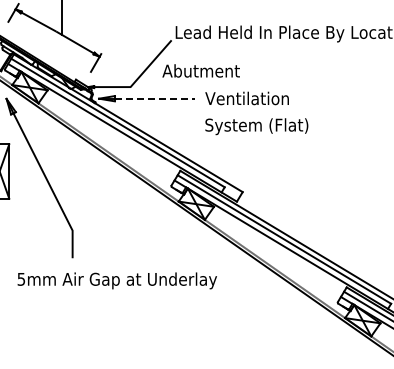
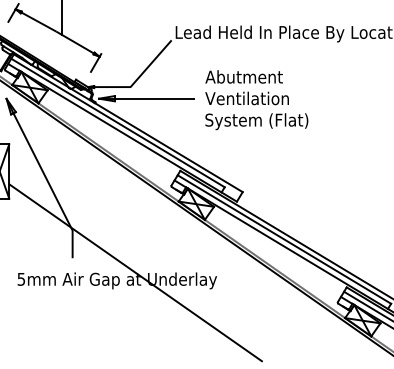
text at (200, 70) position: (200, 70) -> (243, 76)
line at (155, 98): dashed -> solid
text at (256, 126) position: (256, 126) -> (256, 121)
line at (135, 272): none -> present
